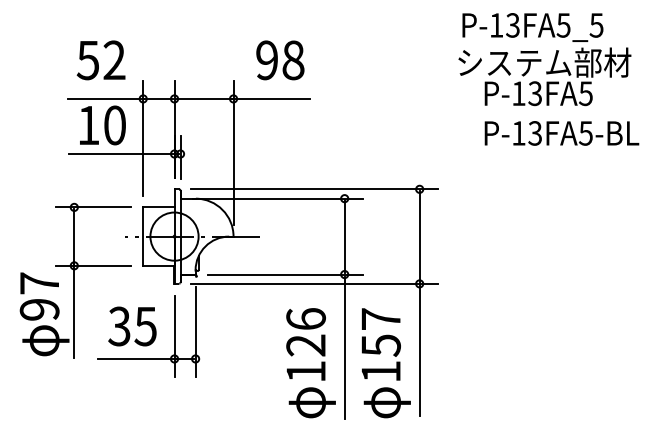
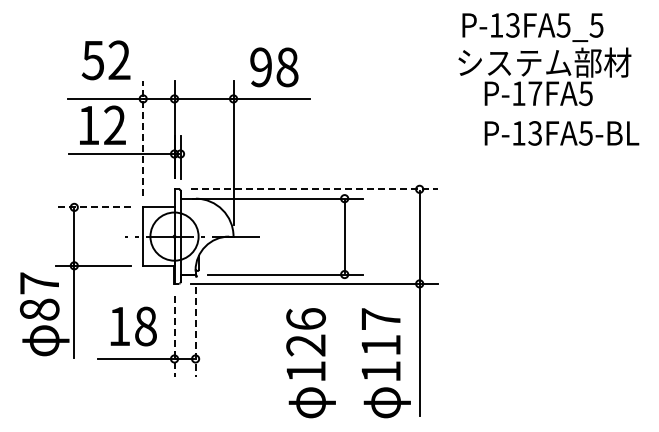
text at (100, 60) position: (100, 60) -> (105, 60)
text at (280, 60) position: (280, 60) -> (274, 67)
text at (535, 93): P-13FA5 -> P-17FA5
text at (114, 125): 10 -> 12
line at (143, 138): solid -> dashed
line at (314, 189): solid -> dashed
line at (93, 207): solid -> dashed
text at (39, 309): 97 -> 87
text at (132, 326): 35 -> 18
line at (195, 332): solid -> dashed
line at (174, 336): solid -> dashed
text at (380, 345): 157 -> 117
line at (344, 347): present -> none
